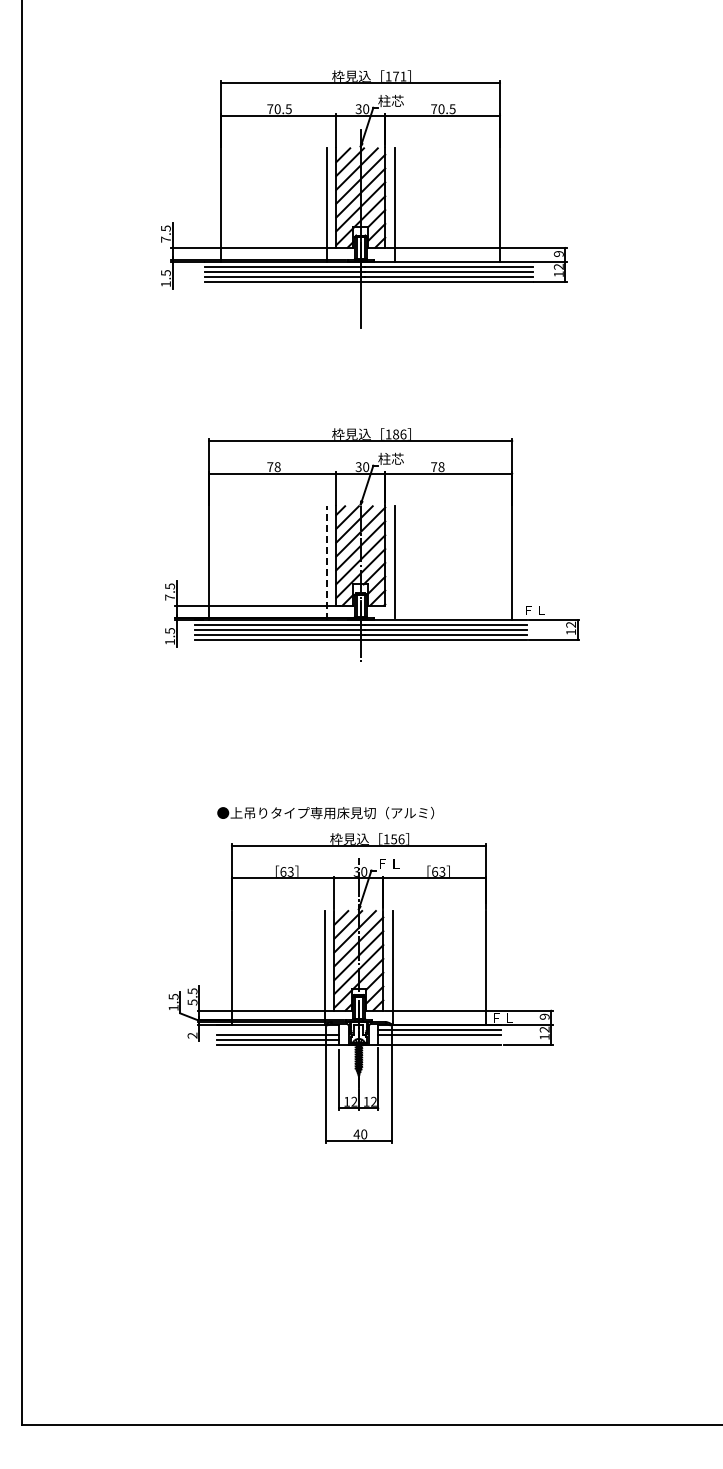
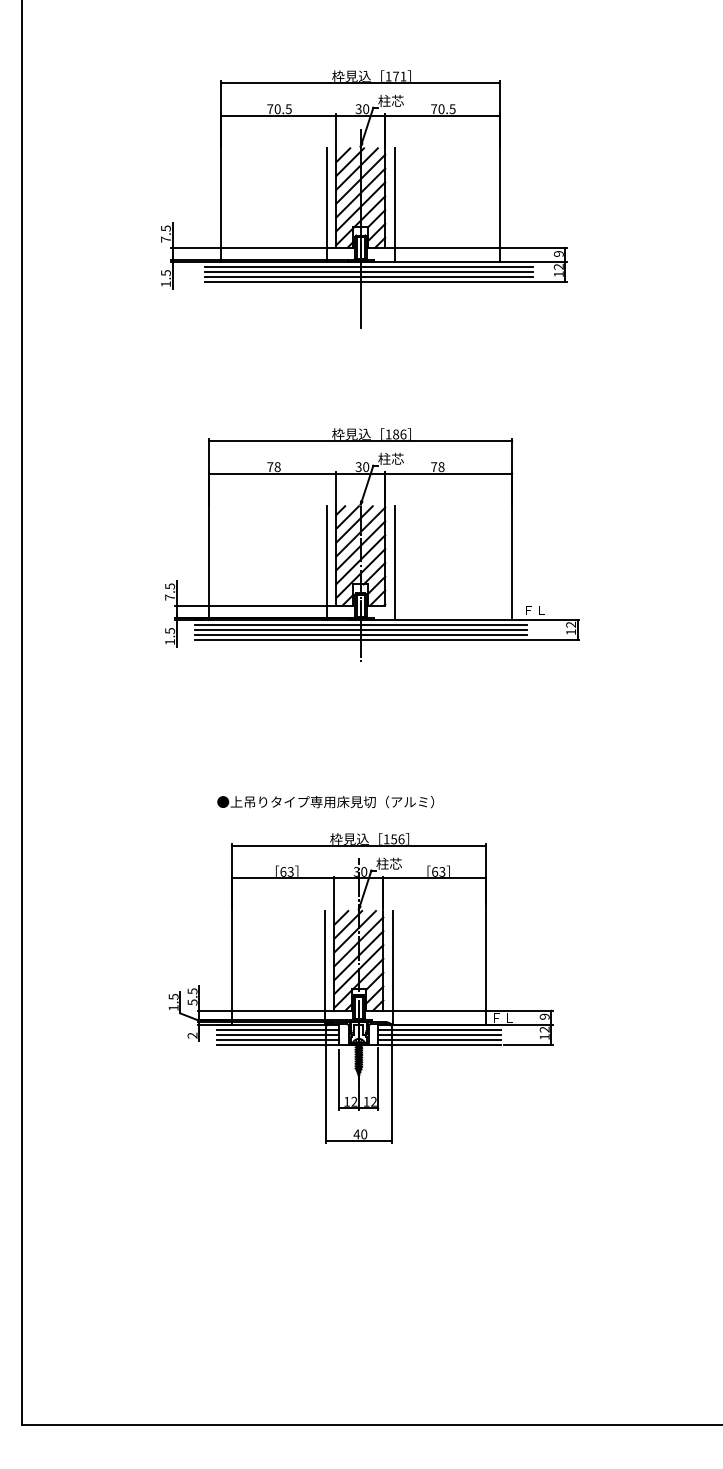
line at (326, 562): dashed -> solid
text at (325, 813) position: (325, 813) -> (325, 802)
text at (388, 863): ＦＬ -> 柱芯
line at (278, 1030): none -> present
line at (439, 1039): none -> present
